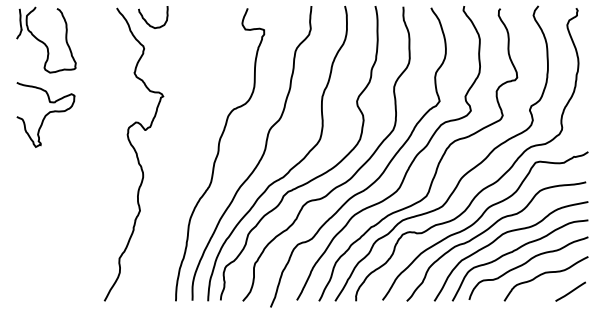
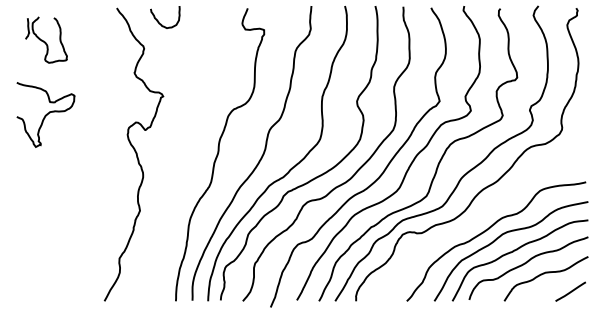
curve at (147, 21) position: (147, 21) -> (159, 21)
part at (46, 39) size: 61x68 px -> 43x48 px
curve at (479, 219): present -> none
